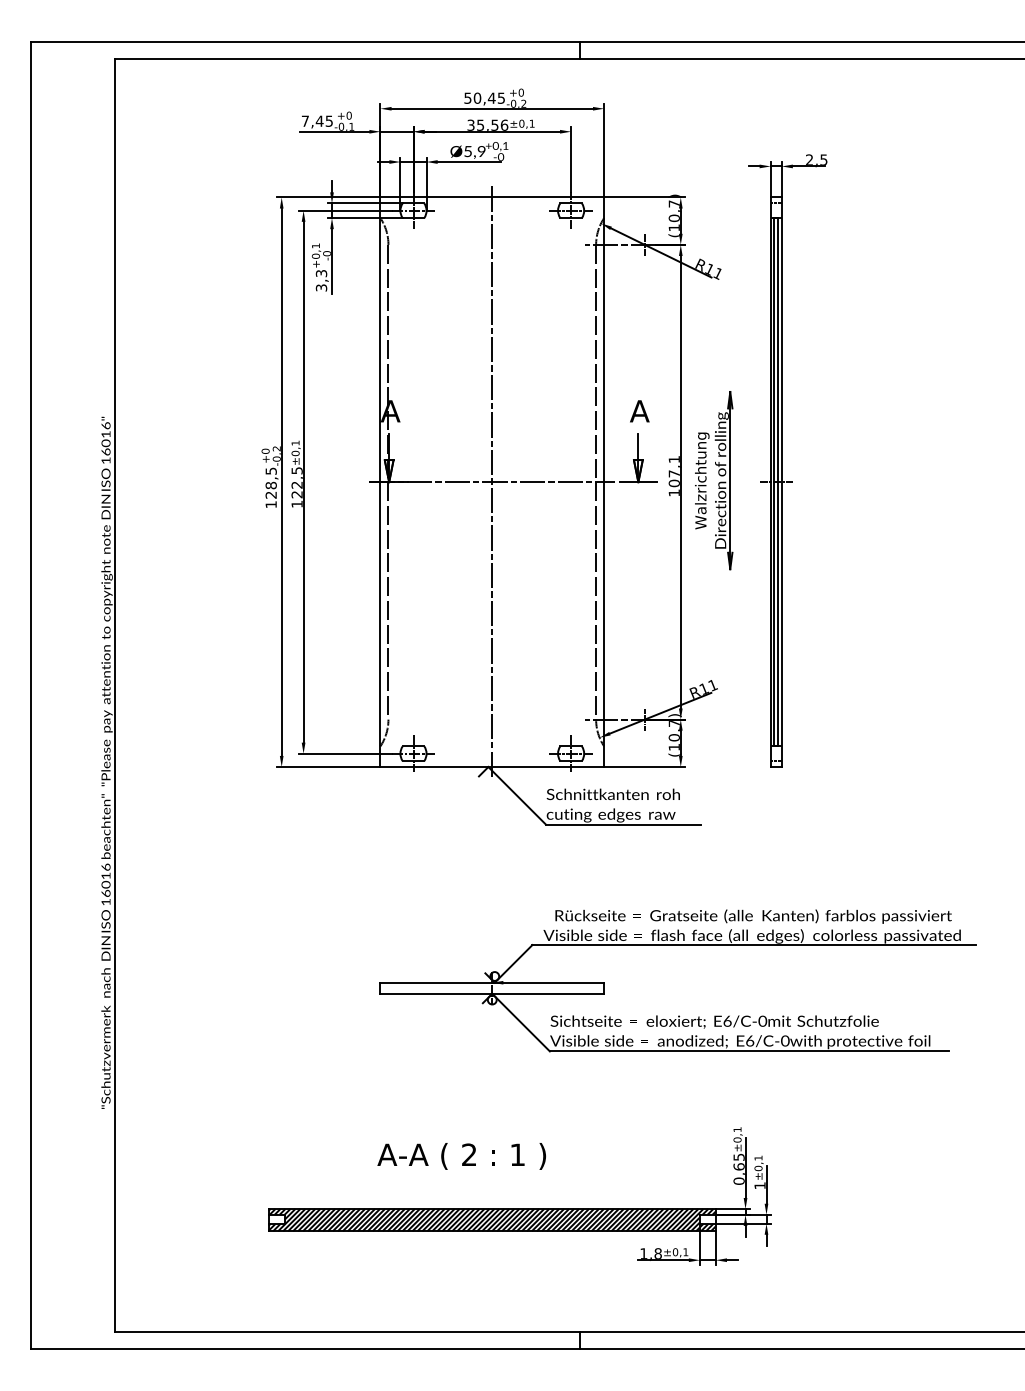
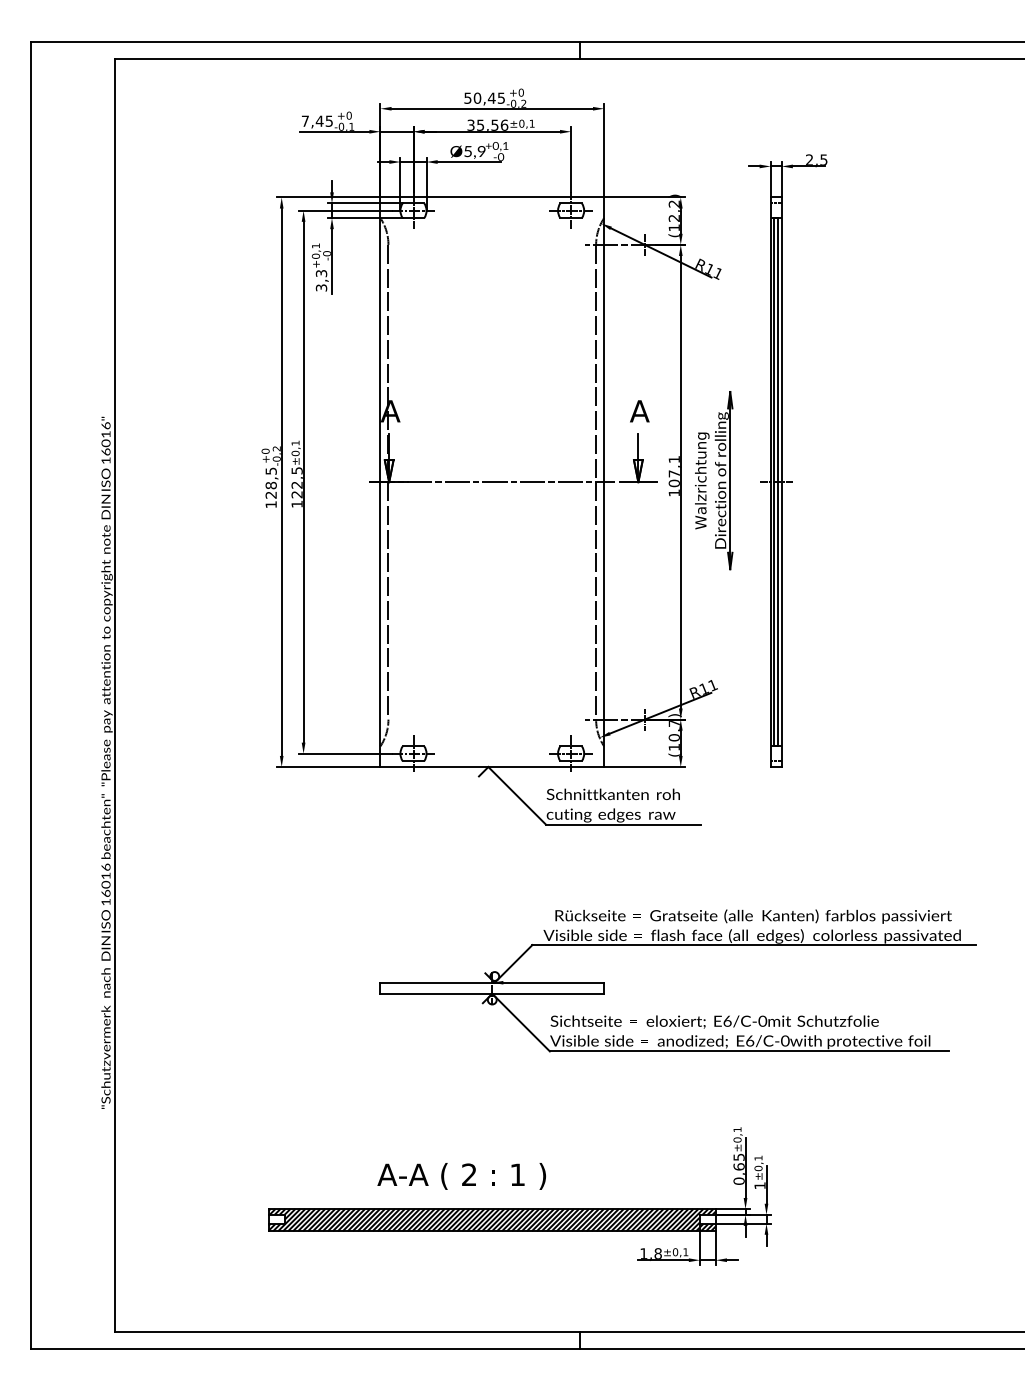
text at (673, 211): (10,7) -> (12,2)
line at (492, 482): present -> none
text at (461, 1156) position: (461, 1156) -> (461, 1176)
